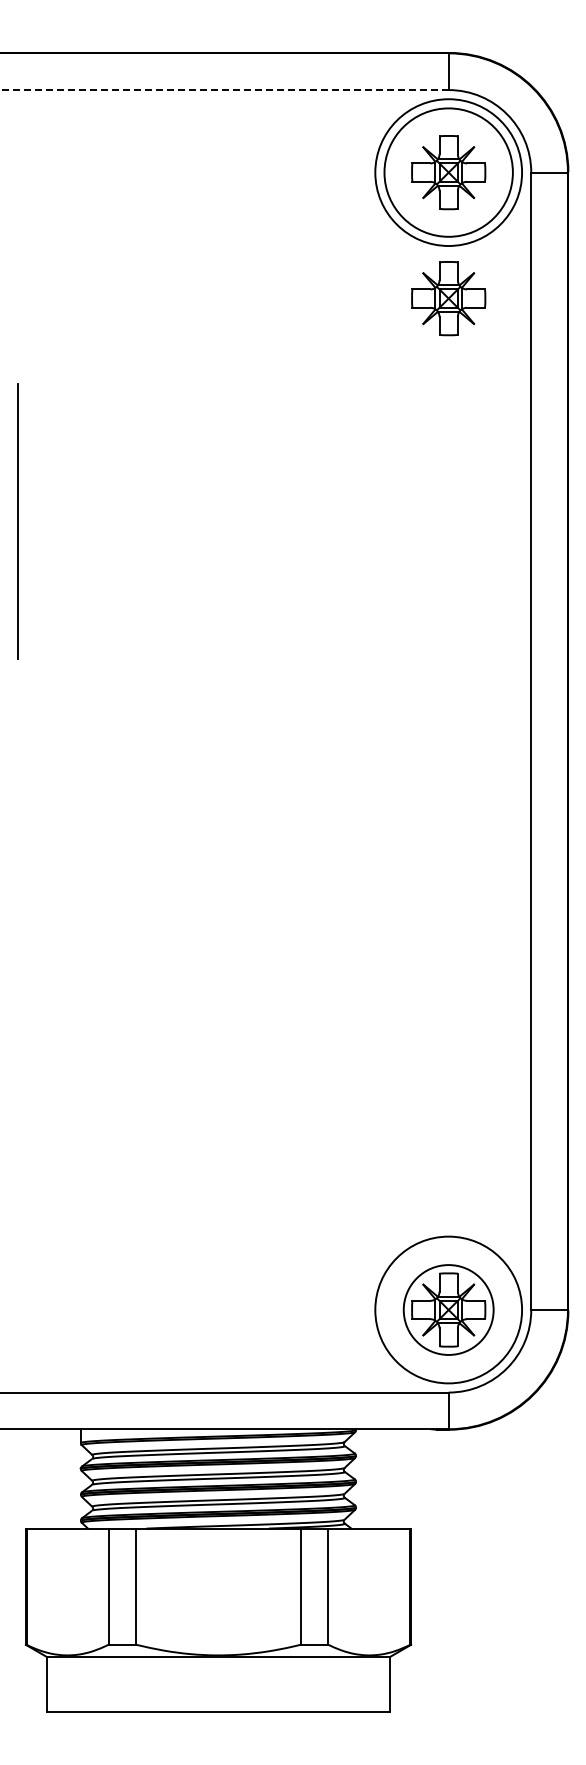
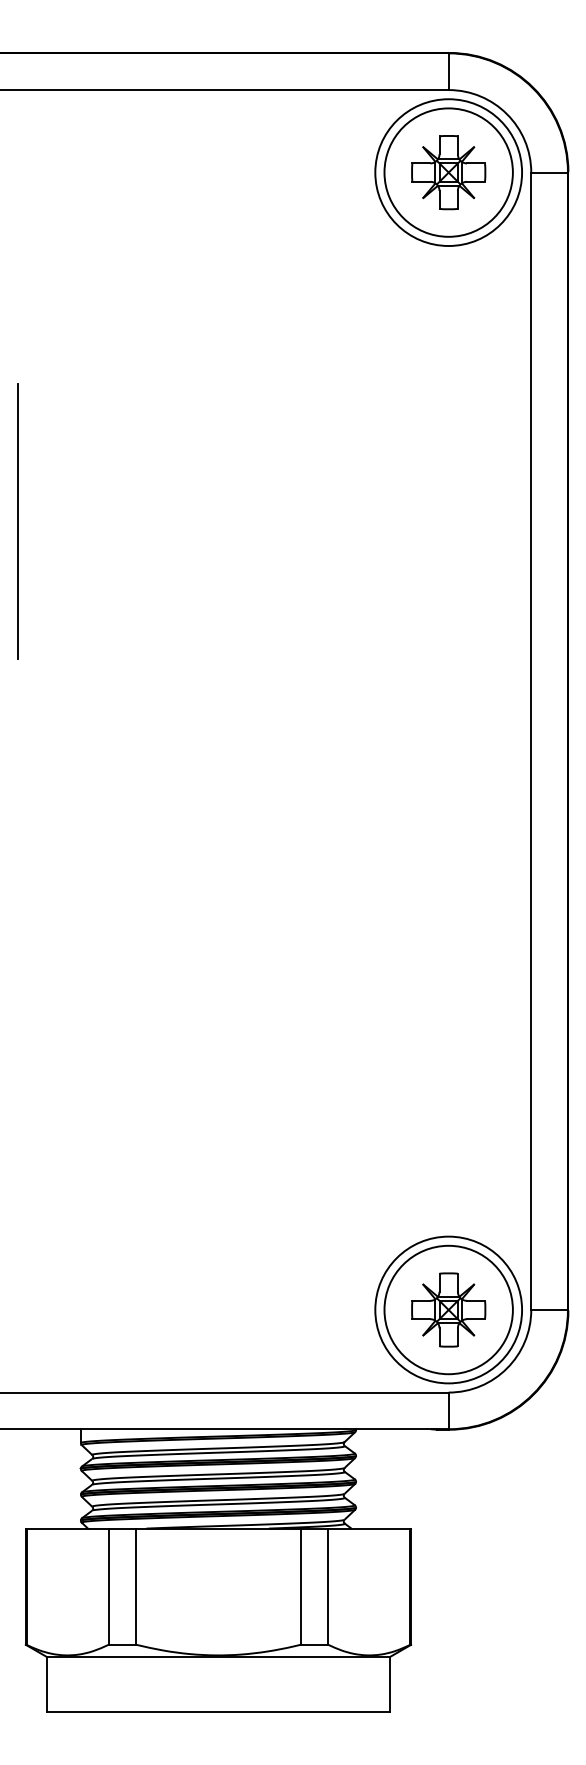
line at (224, 90): dashed -> solid
part at (448, 298): present -> none
circle at (448, 1309) diameter: 90 px -> 128 px
